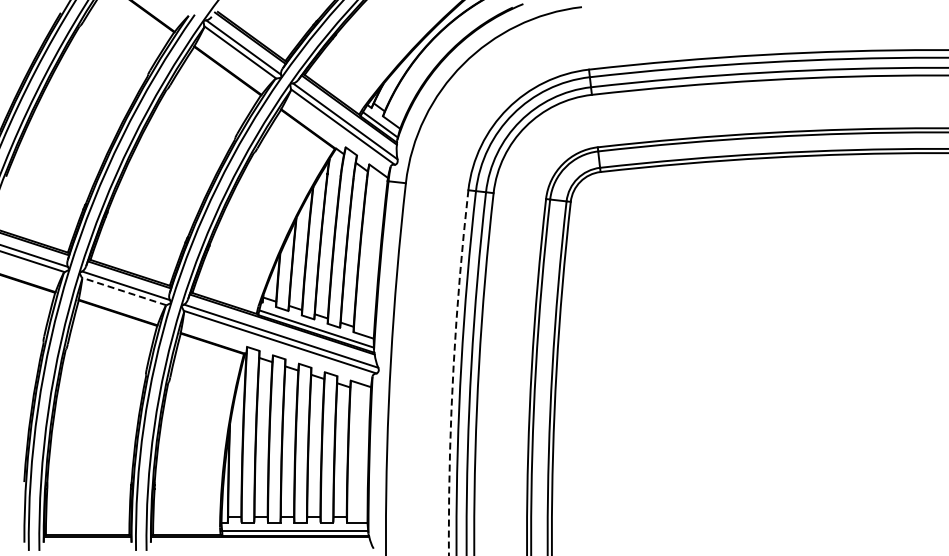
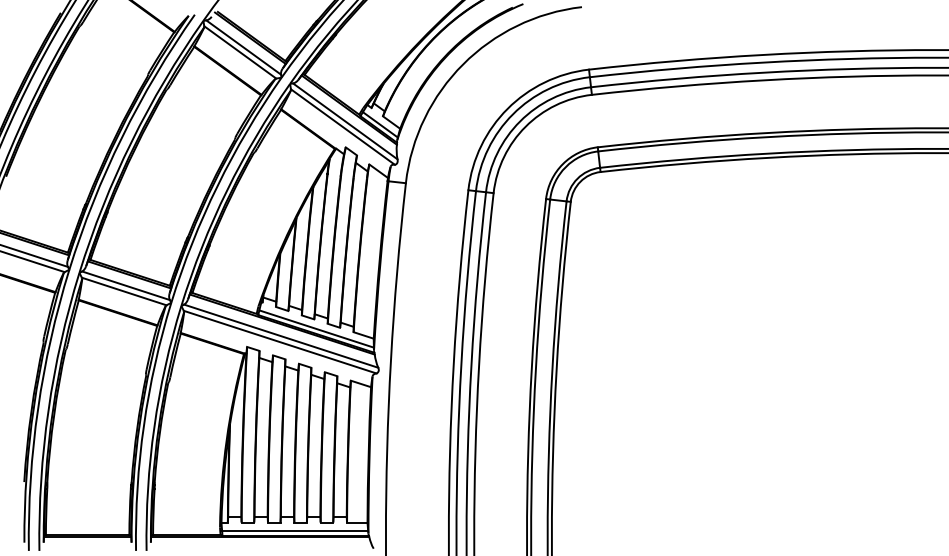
line at (124, 291): dashed -> solid
arc at (453, 372): dashed -> solid
